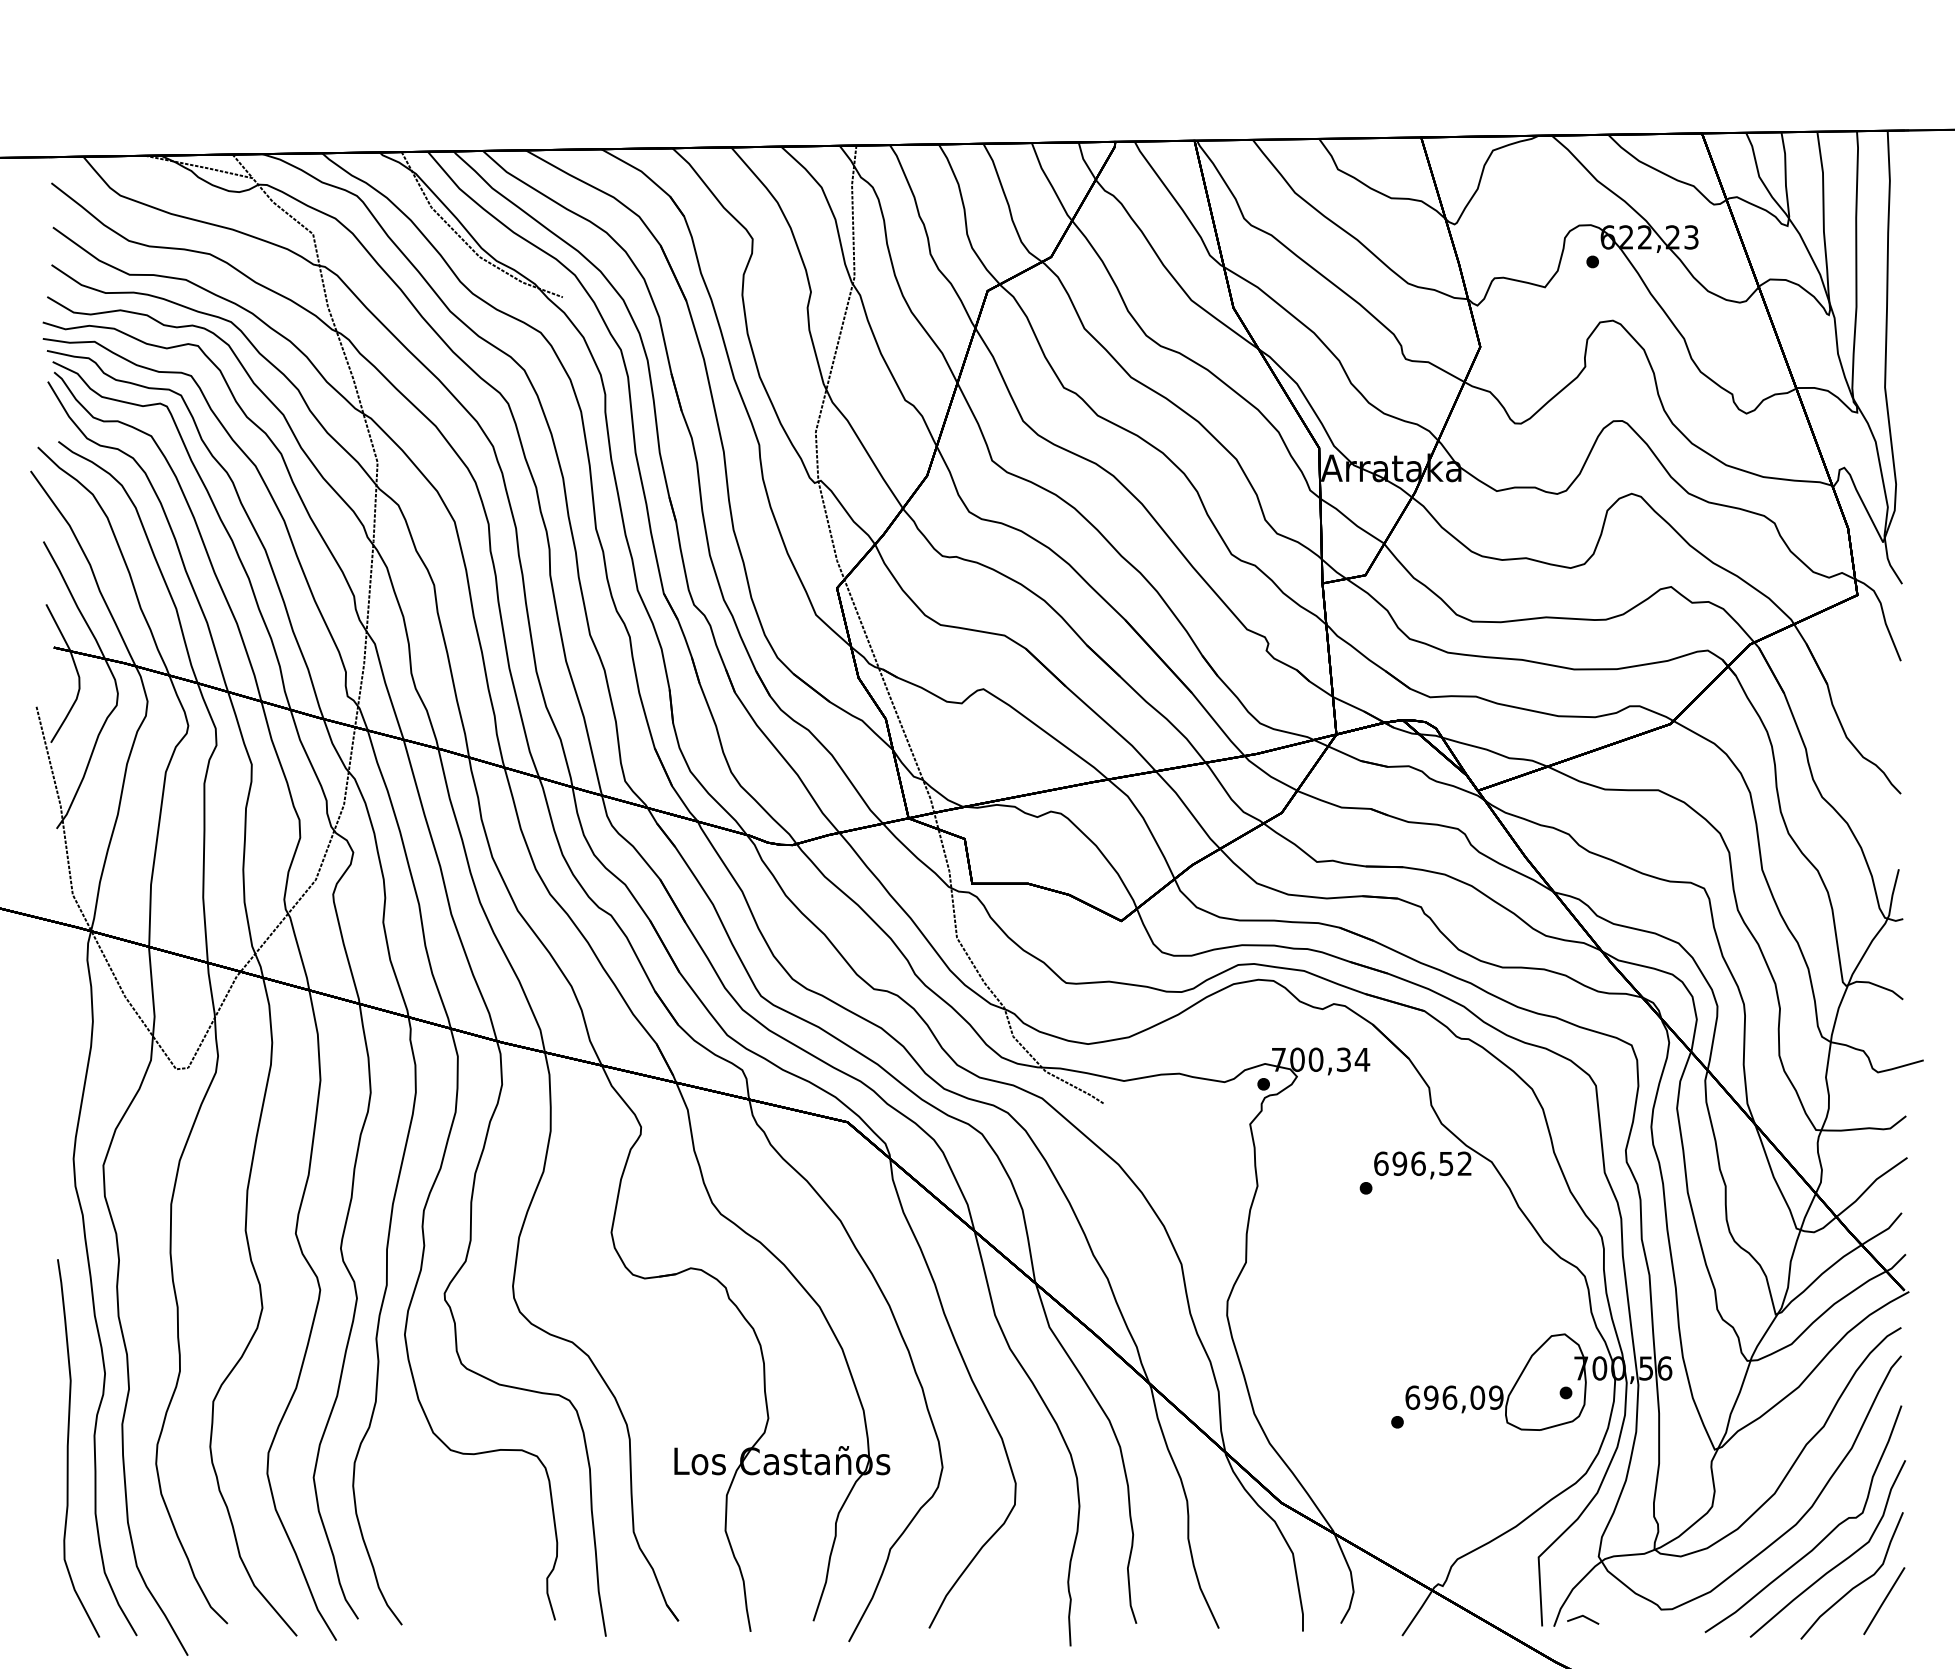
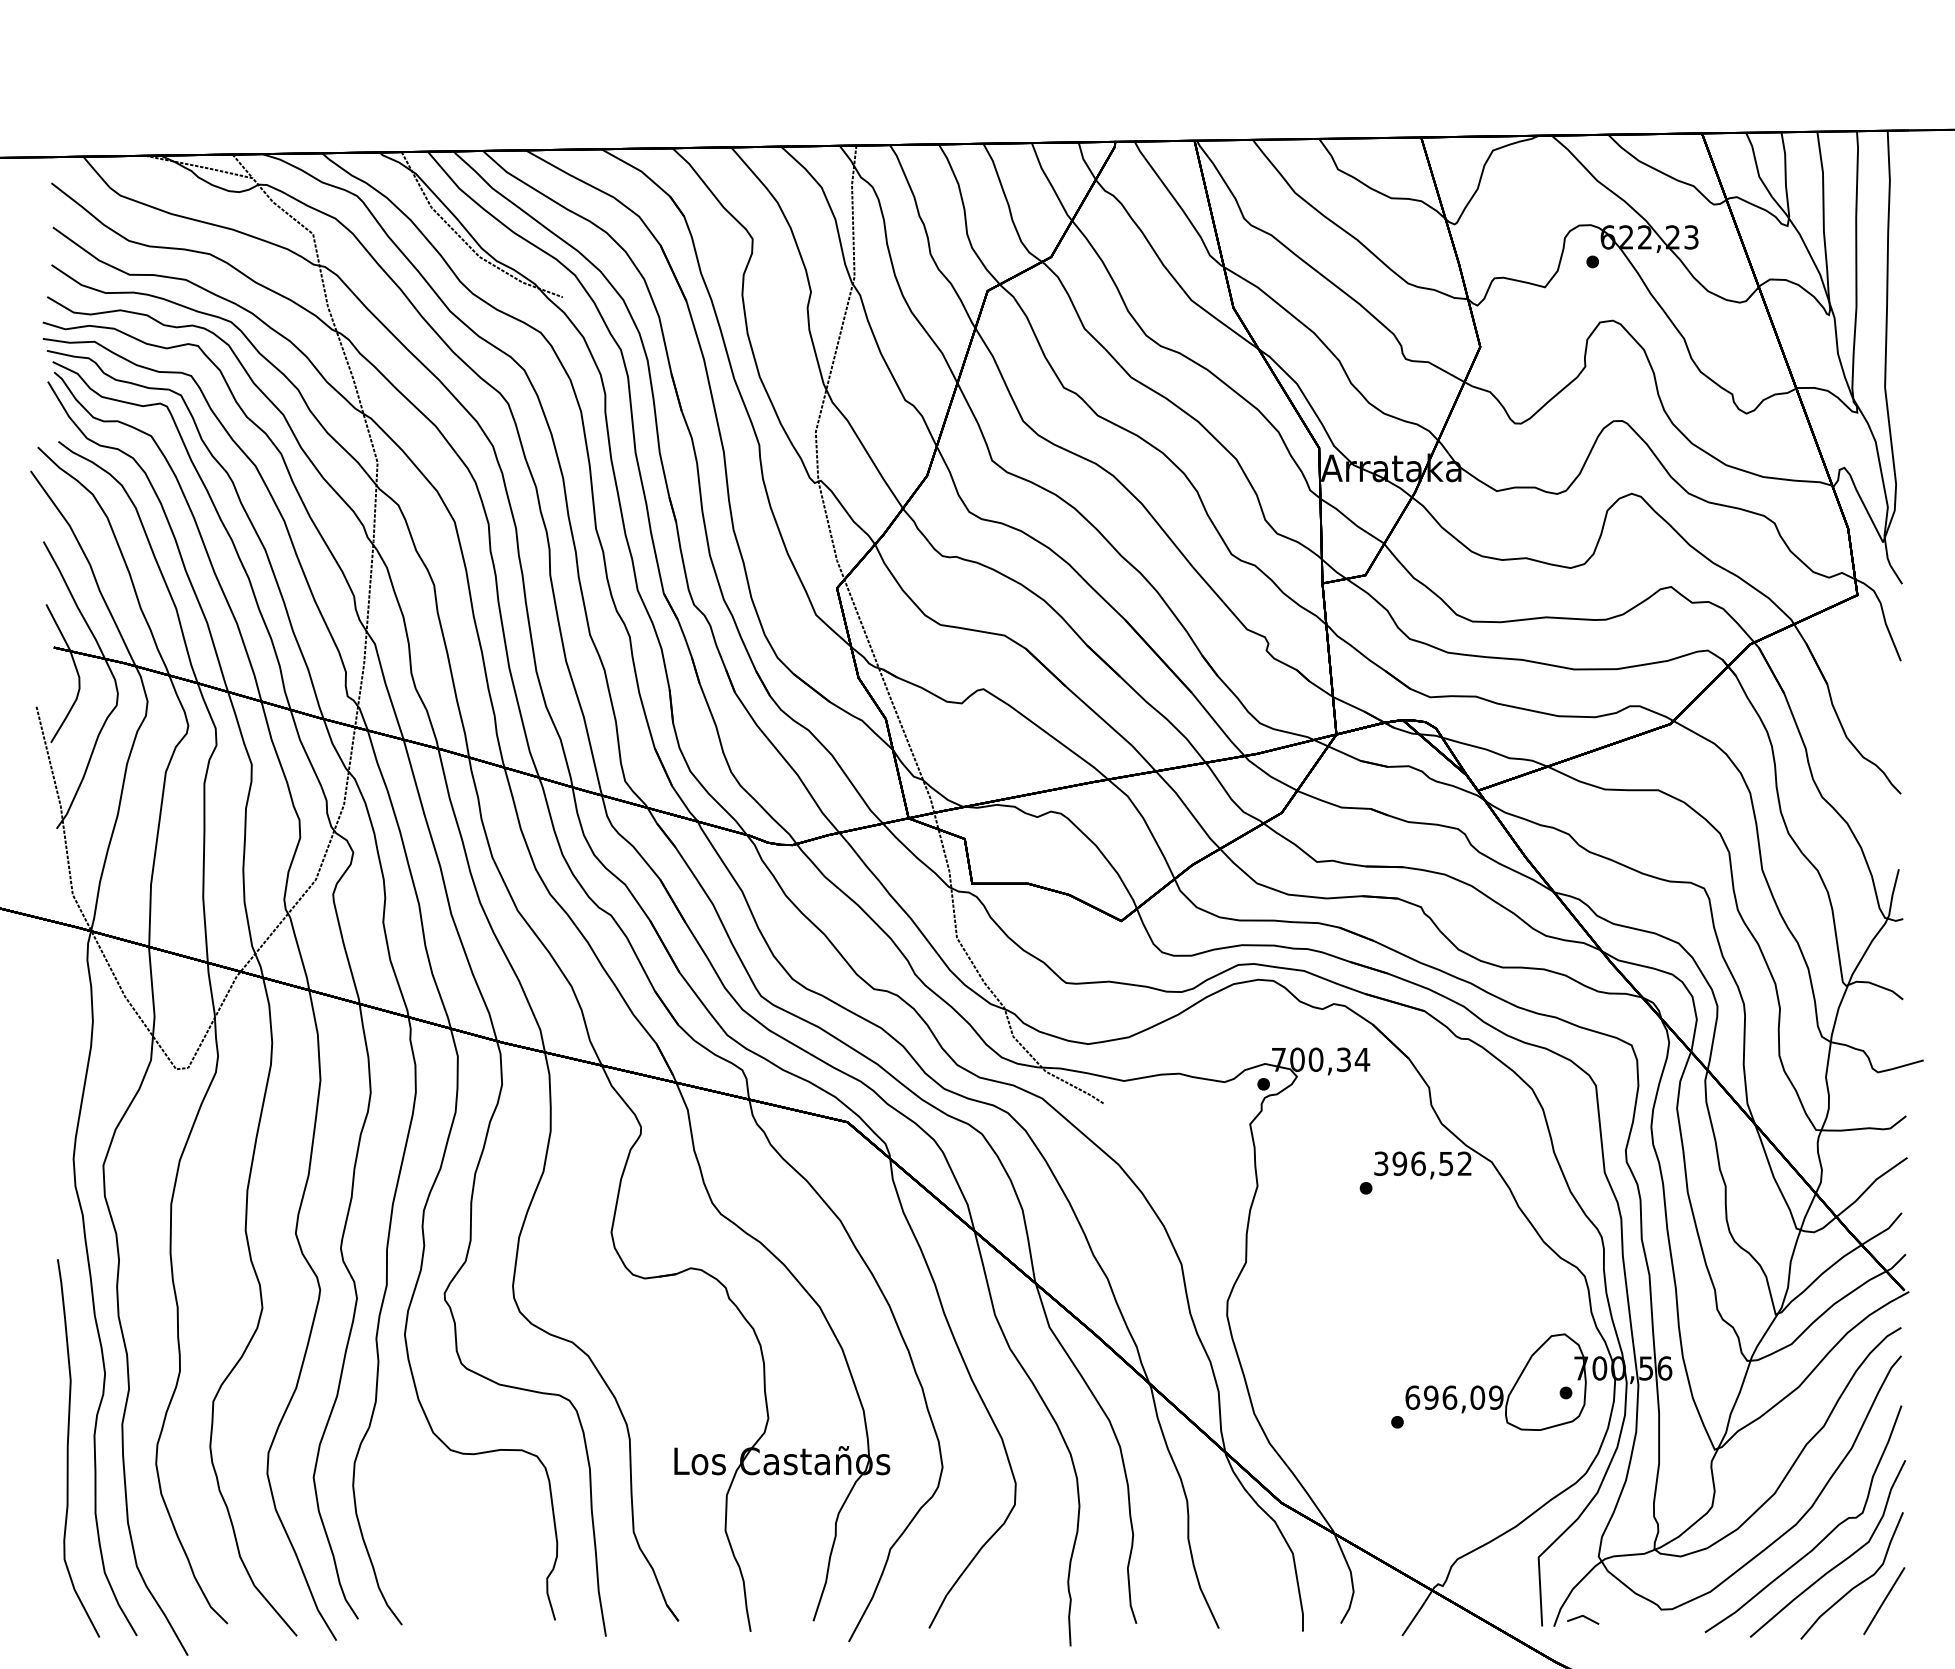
text at (1381, 1163): 696,52 -> 396,52
